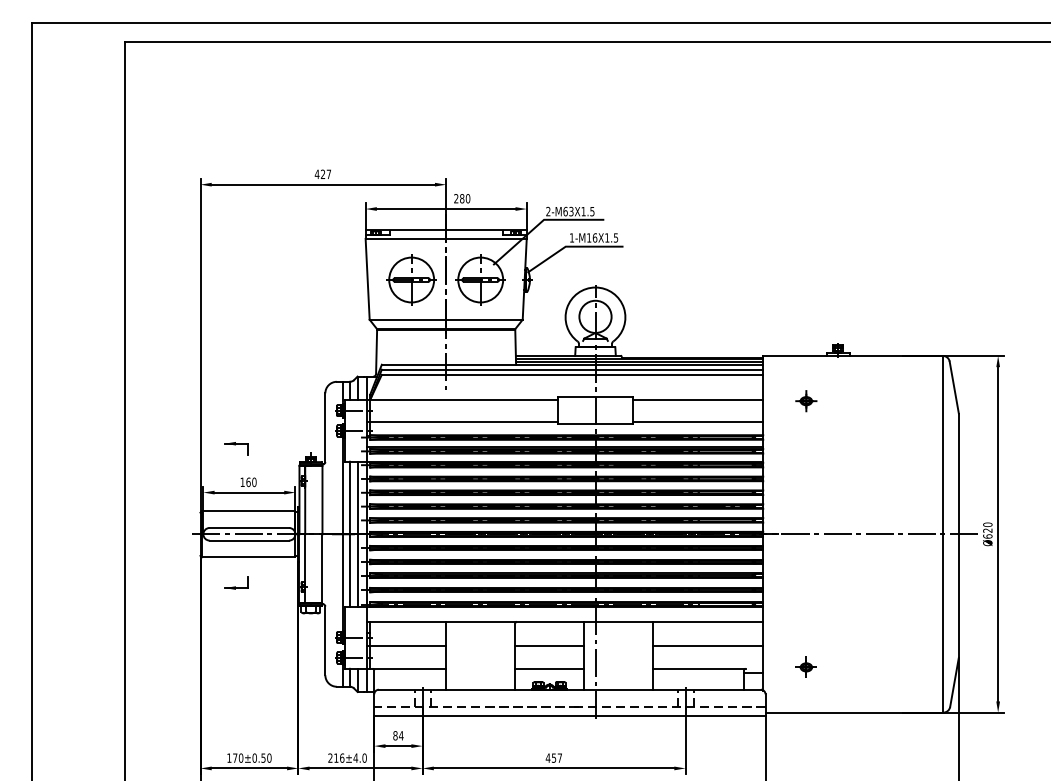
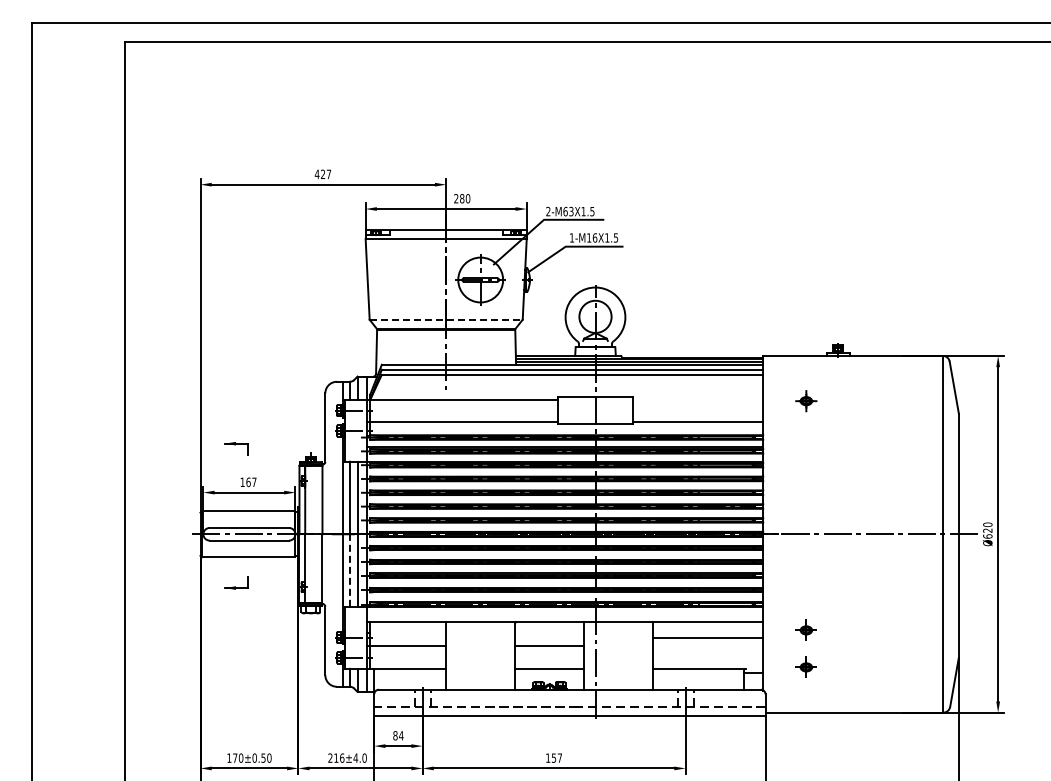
part at (411, 279): present -> none
line at (446, 319): solid -> dashed
line at (697, 399): present -> none
text at (254, 482): 160 -> 167
line at (349, 570): solid -> dashed
part at (805, 629): none -> present
line at (708, 646) position: (708, 646) -> (708, 638)
text at (547, 757): 457 -> 157
